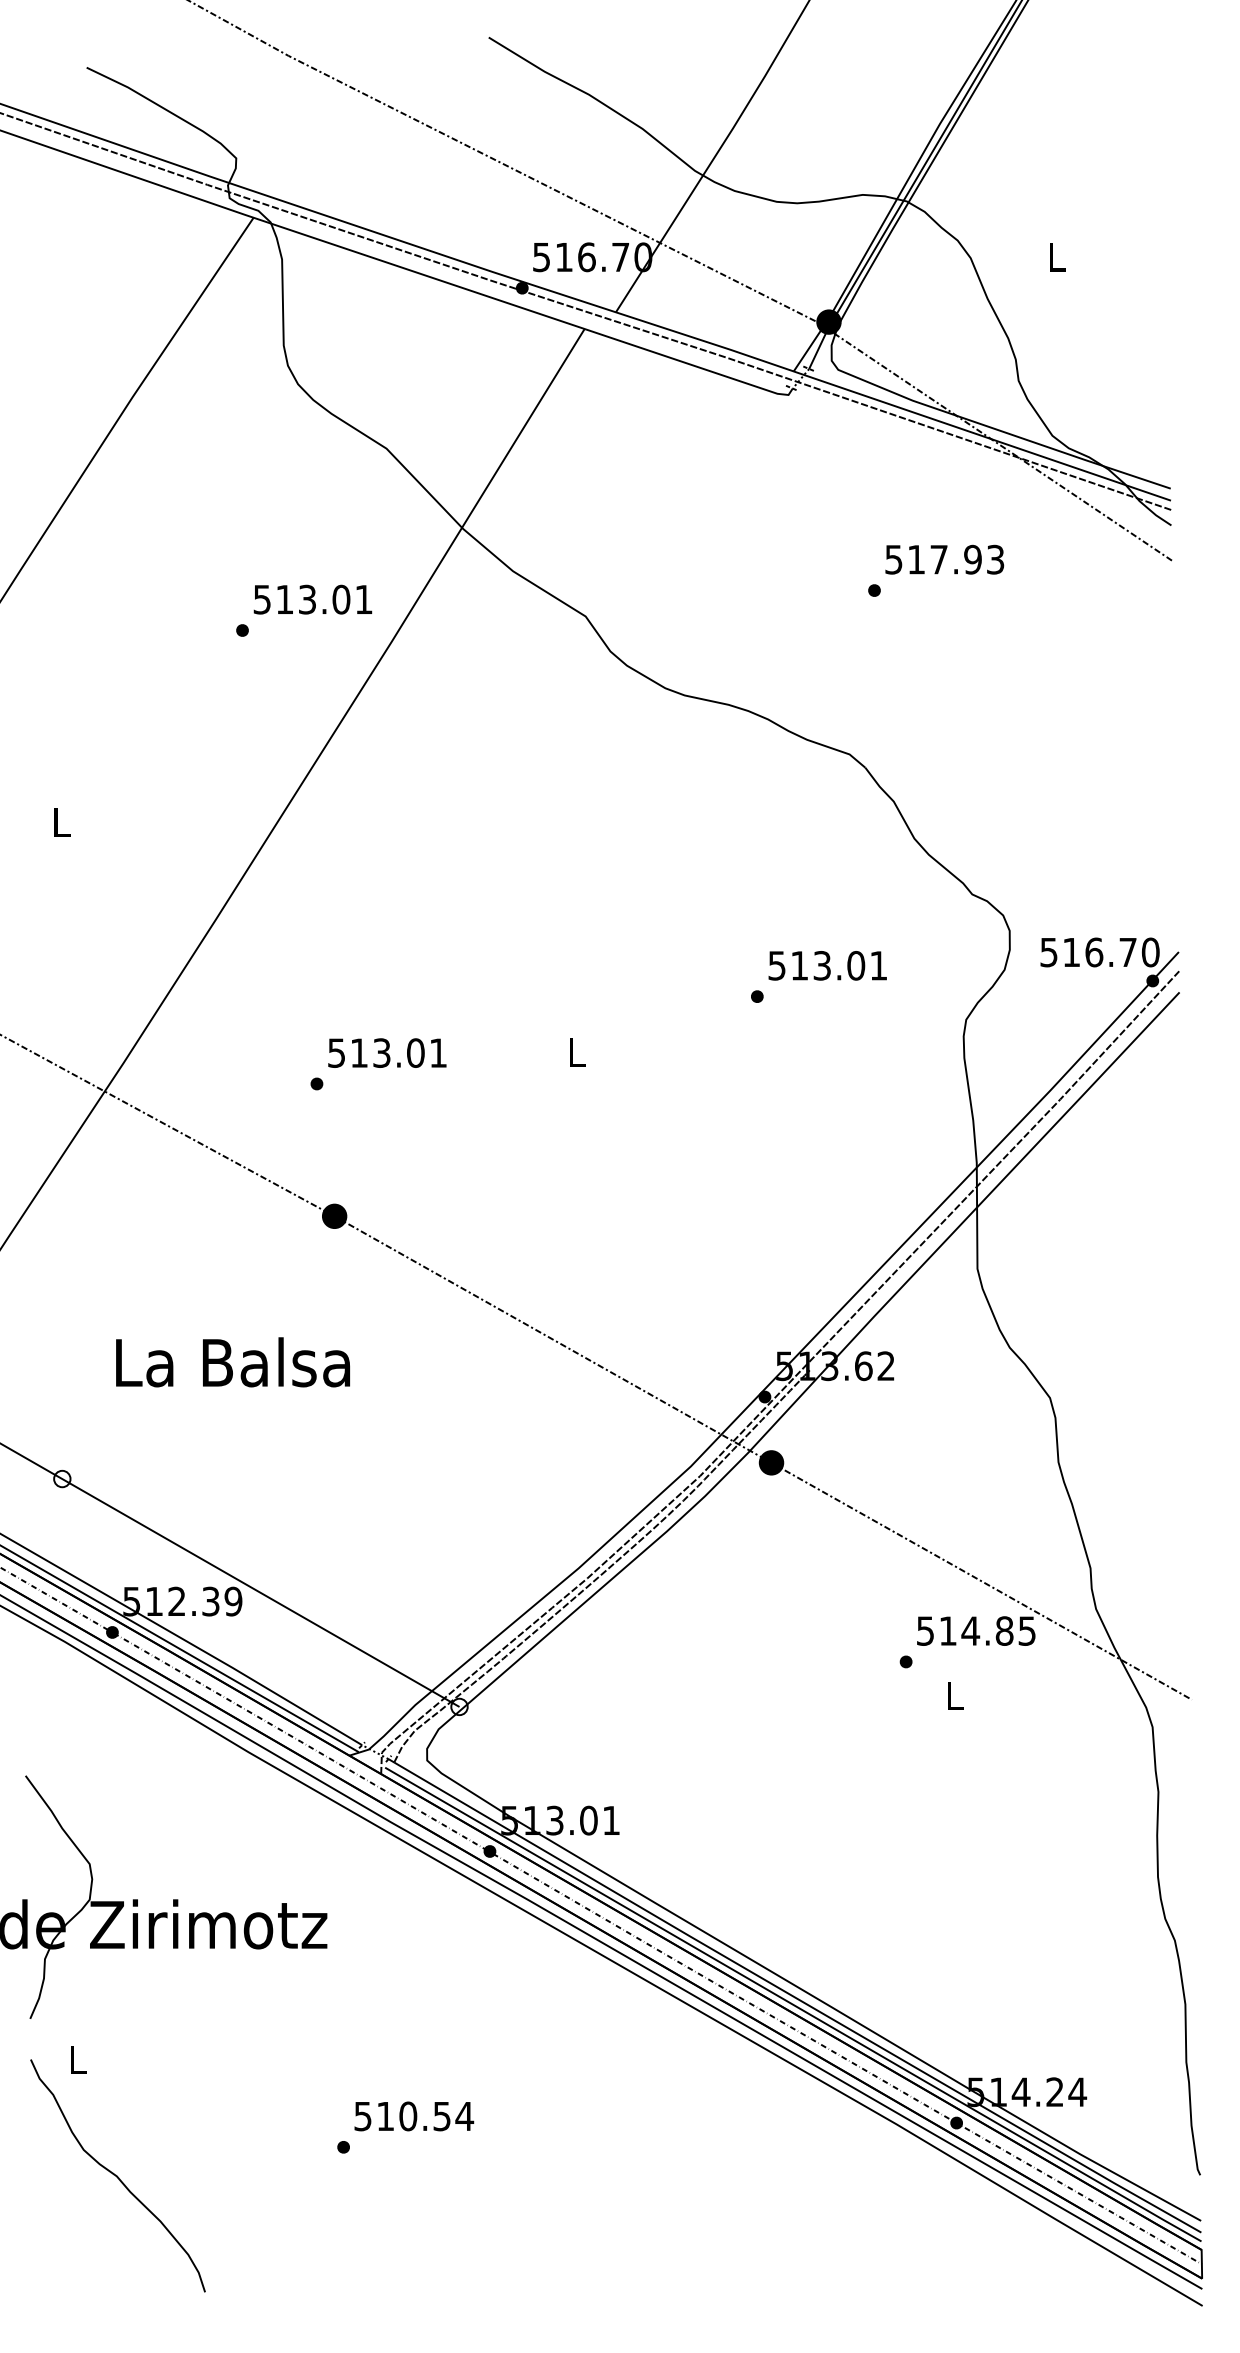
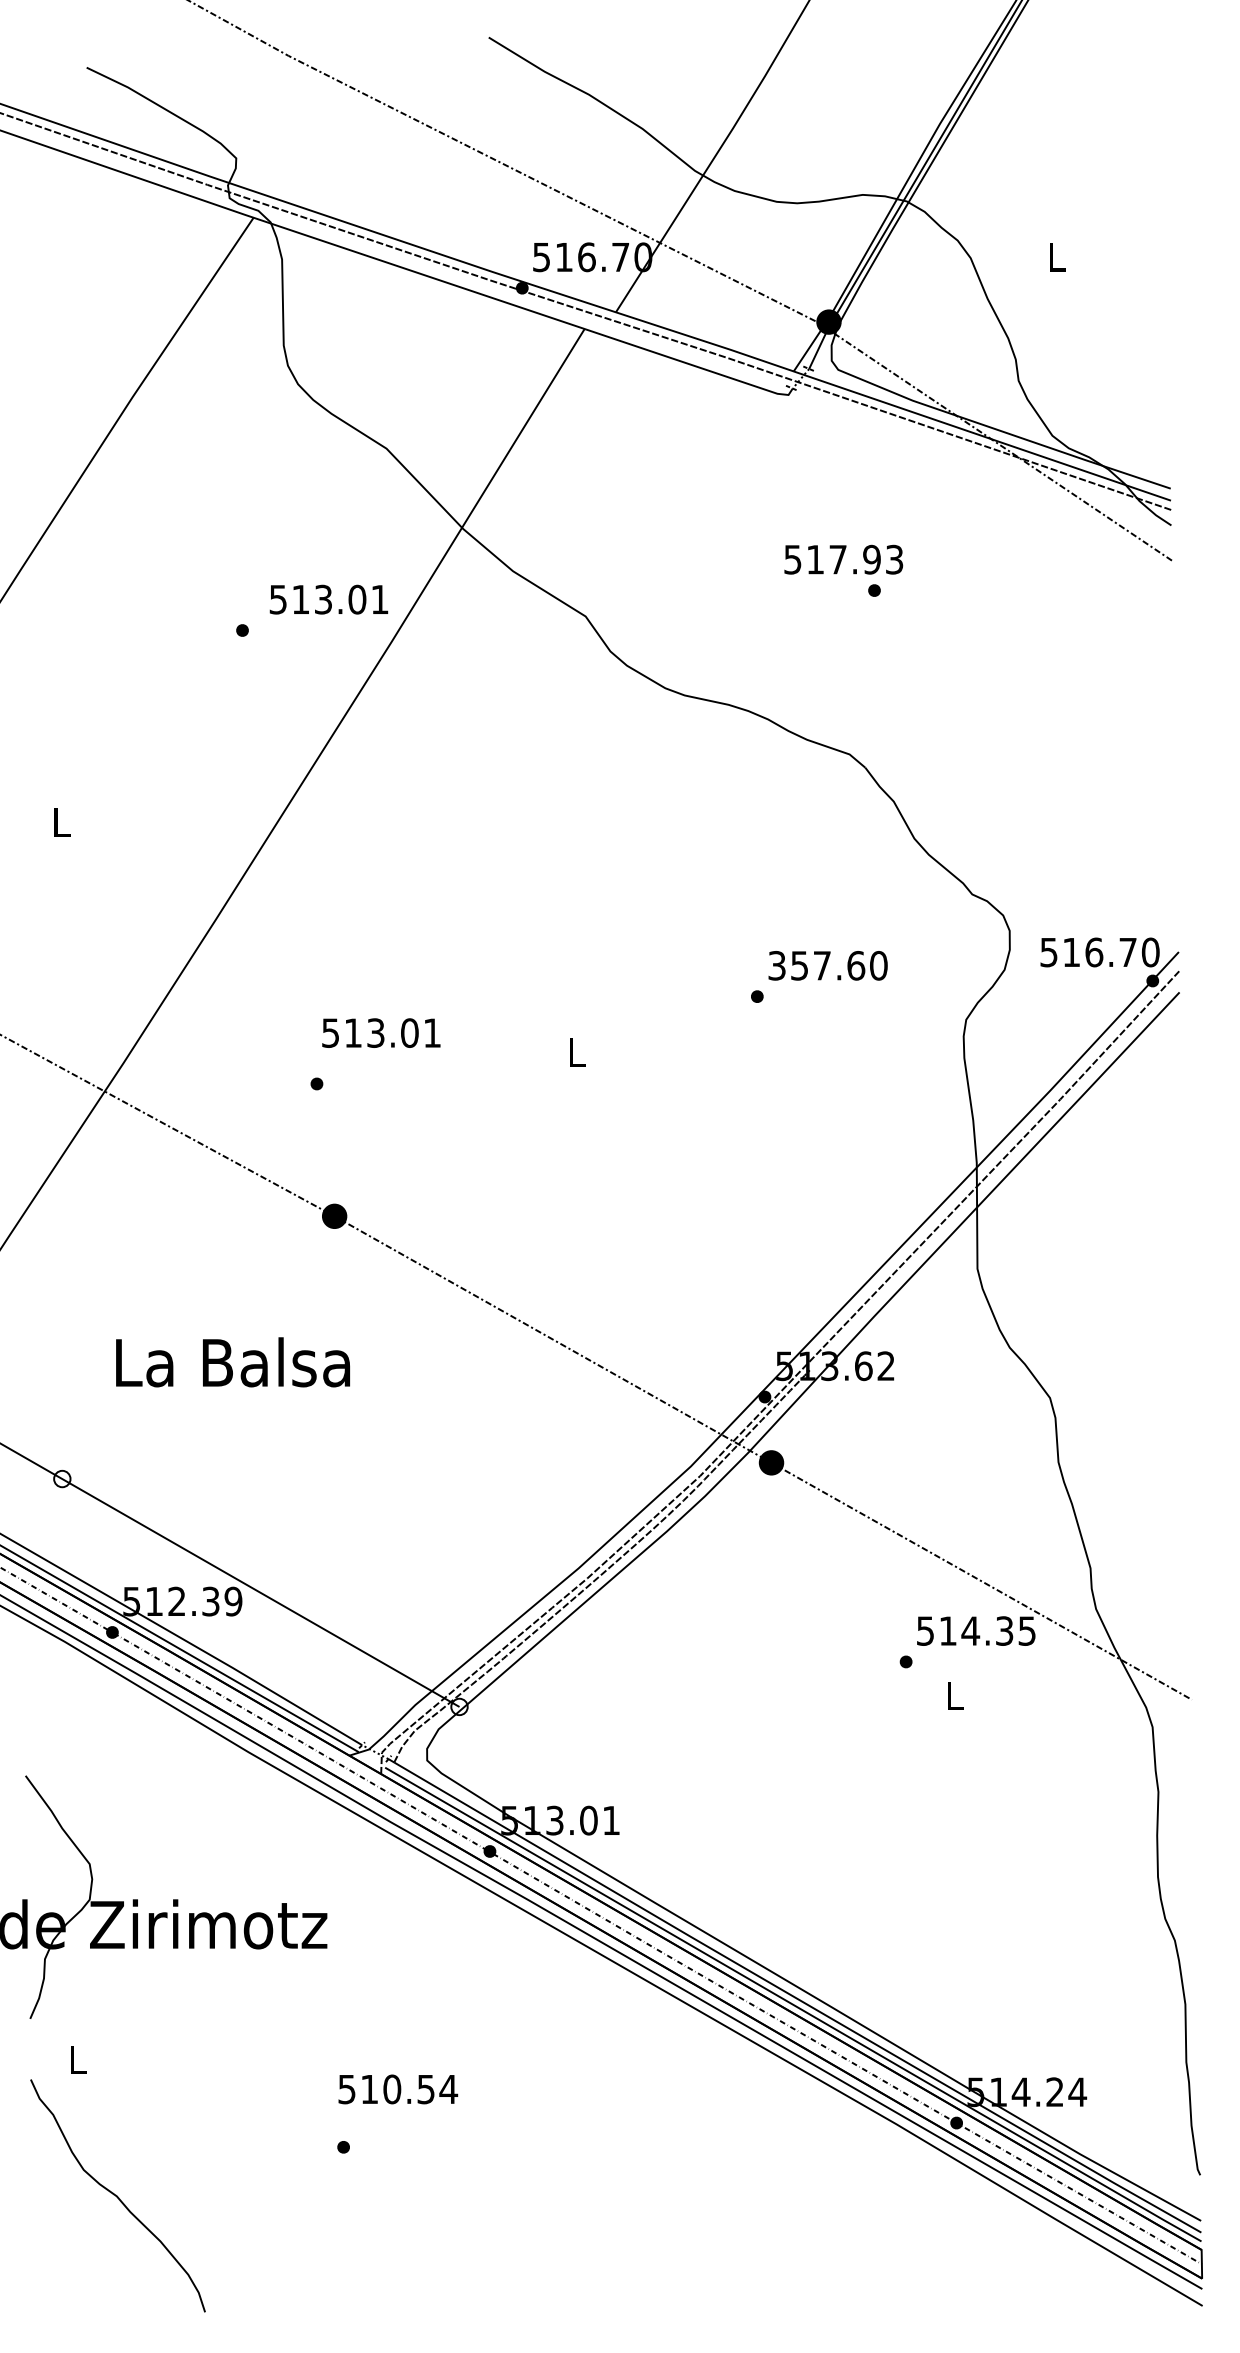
text at (944, 559) position: (944, 559) -> (843, 559)
text at (312, 599) position: (312, 599) -> (328, 599)
text at (828, 965): 513.01 -> 357.60
text at (387, 1052) position: (387, 1052) -> (381, 1032)
text at (1004, 1630): 514.85 -> 514.35
text at (414, 2116) position: (414, 2116) -> (398, 2089)
curve at (117, 2175) position: (117, 2175) -> (117, 2195)
